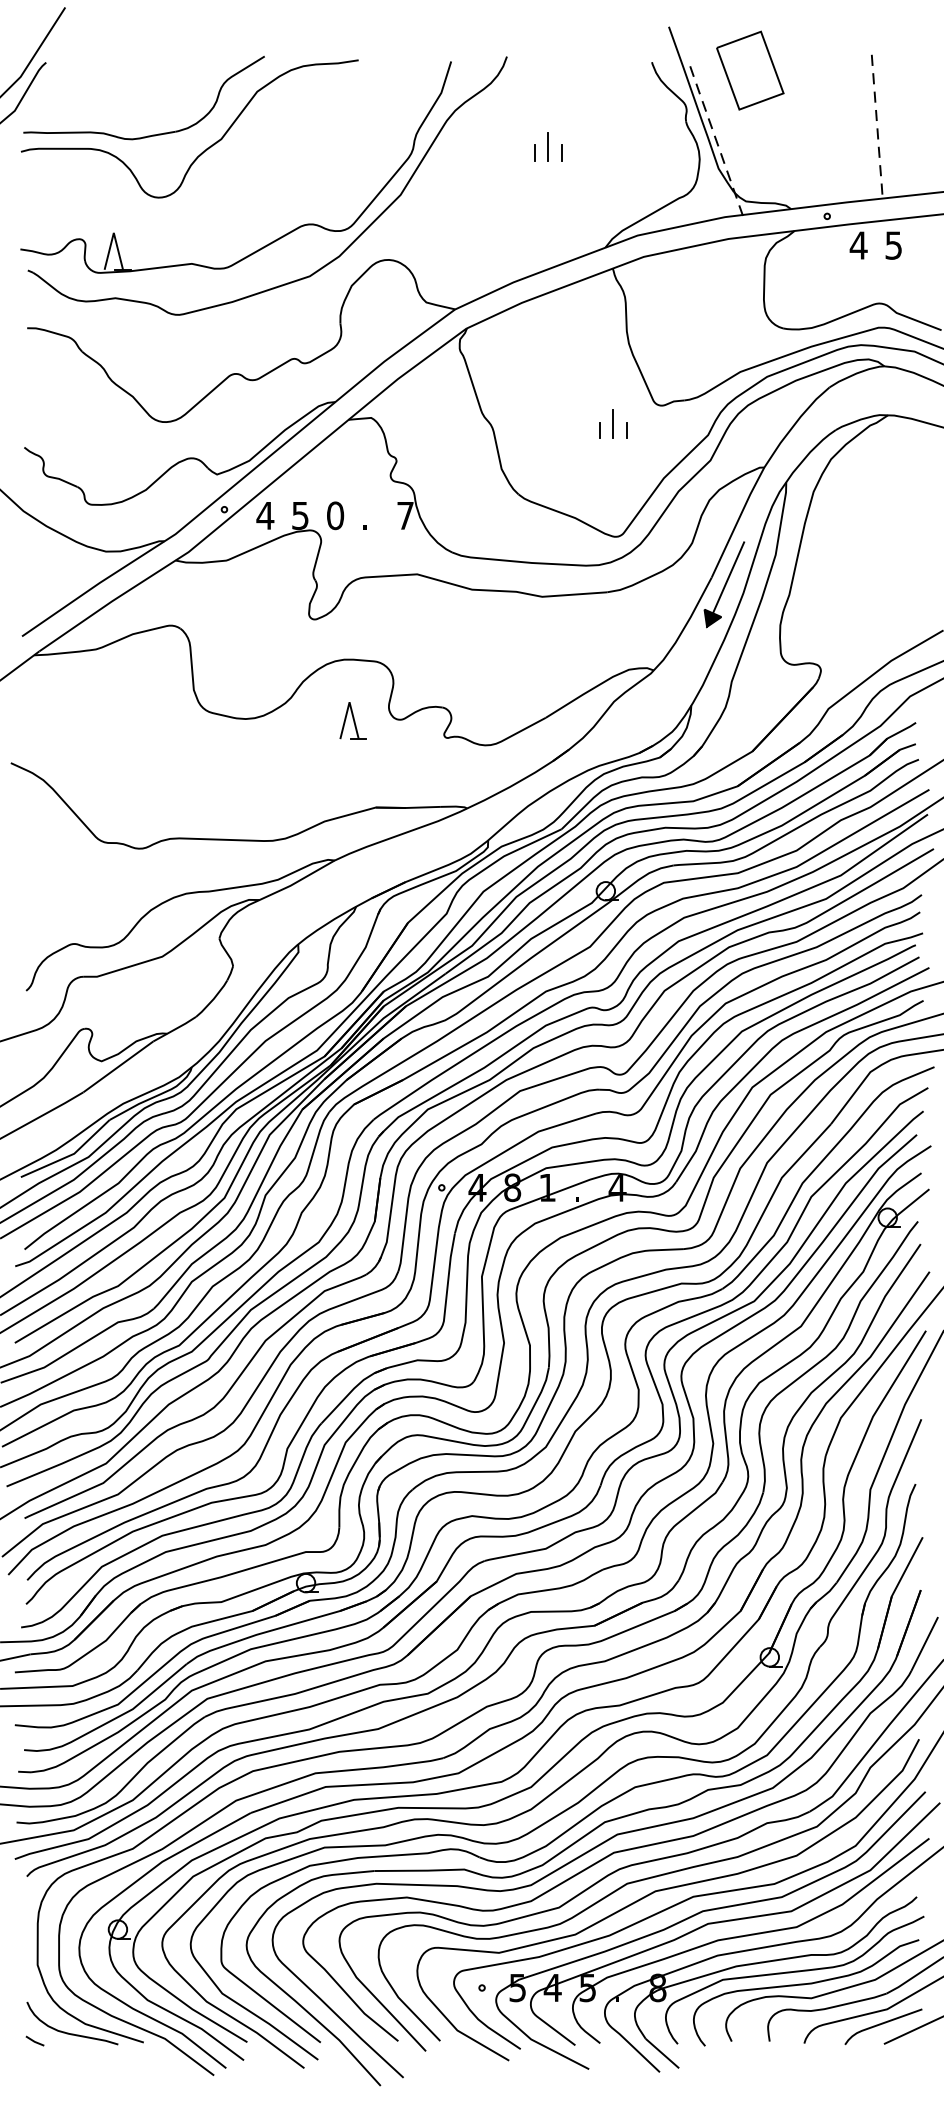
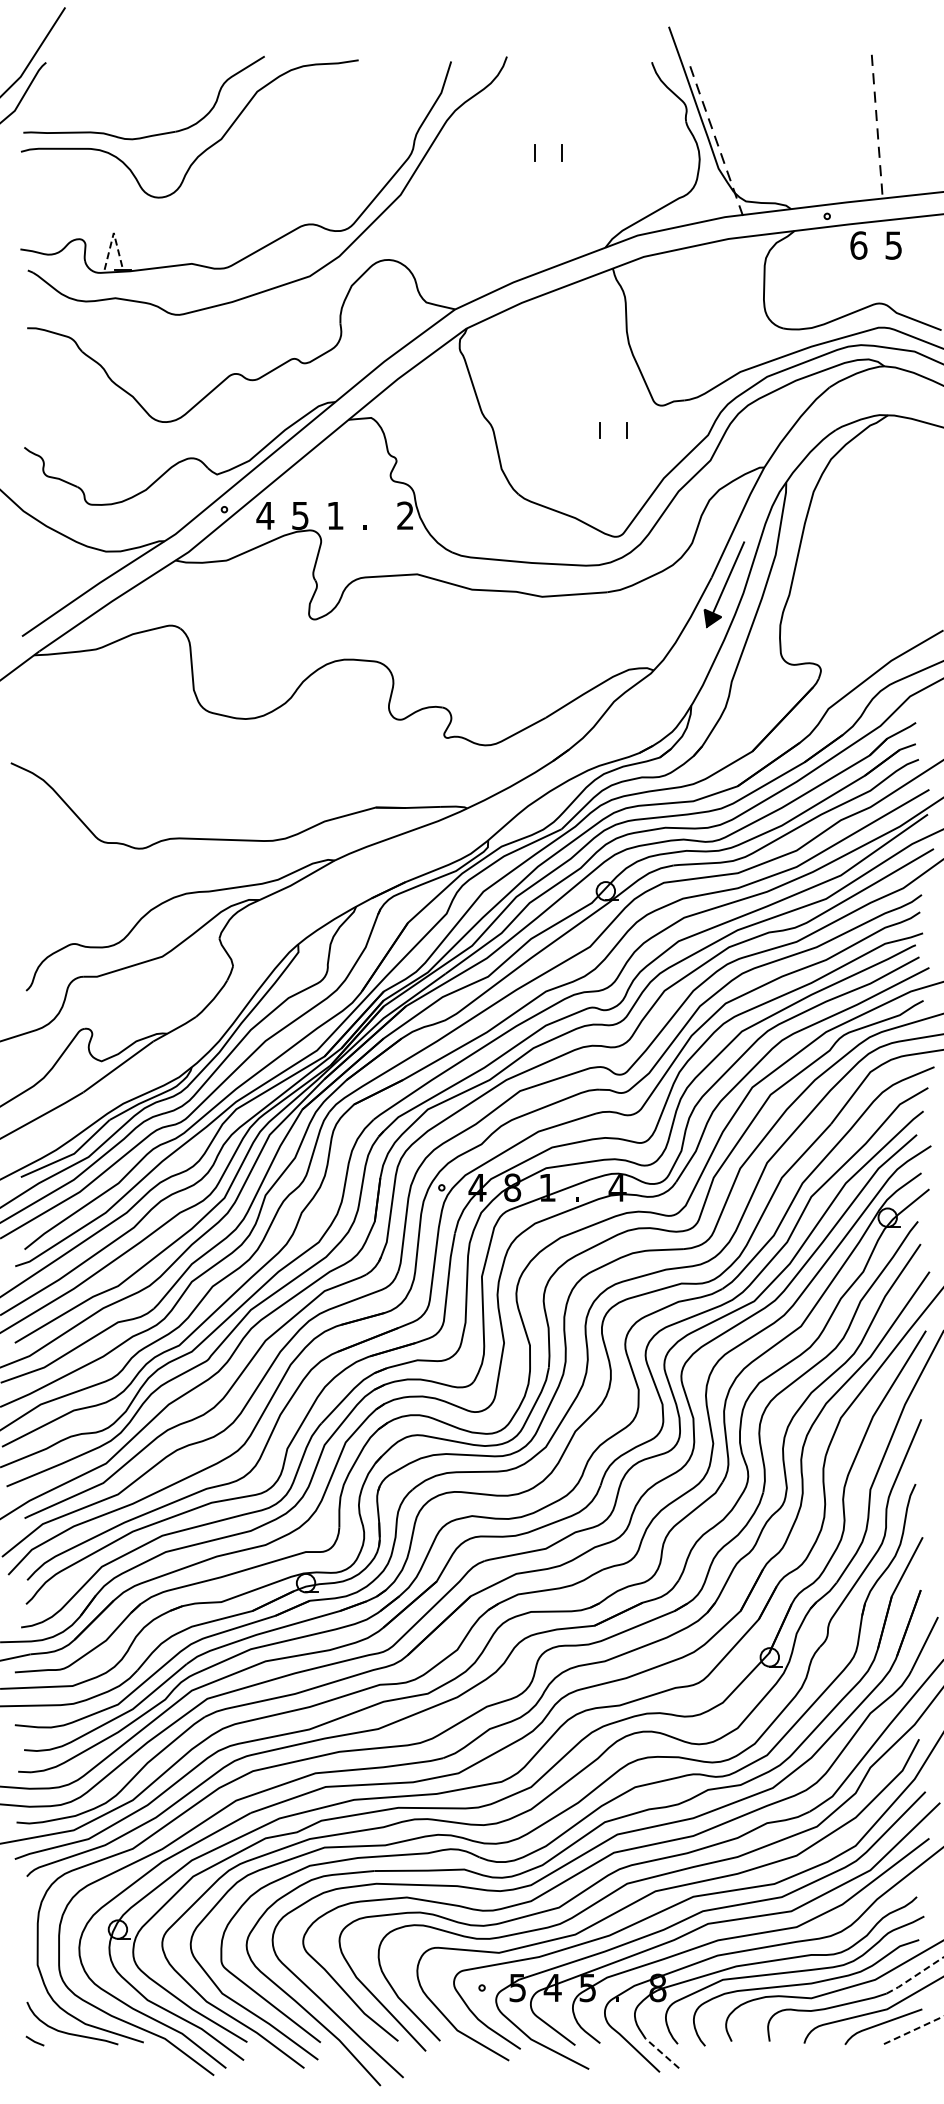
part at (750, 70): present -> none
line at (548, 146): present -> none
line at (113, 232): solid -> dashed
text at (858, 245): 4 -> 6
line at (613, 424): present -> none
text at (335, 515): 0 -> 1
text at (405, 515): 7 -> 2
part at (352, 720): present -> none
line at (915, 1976): solid -> dashed
line at (913, 2030): solid -> dashed
line at (662, 2053): solid -> dashed
